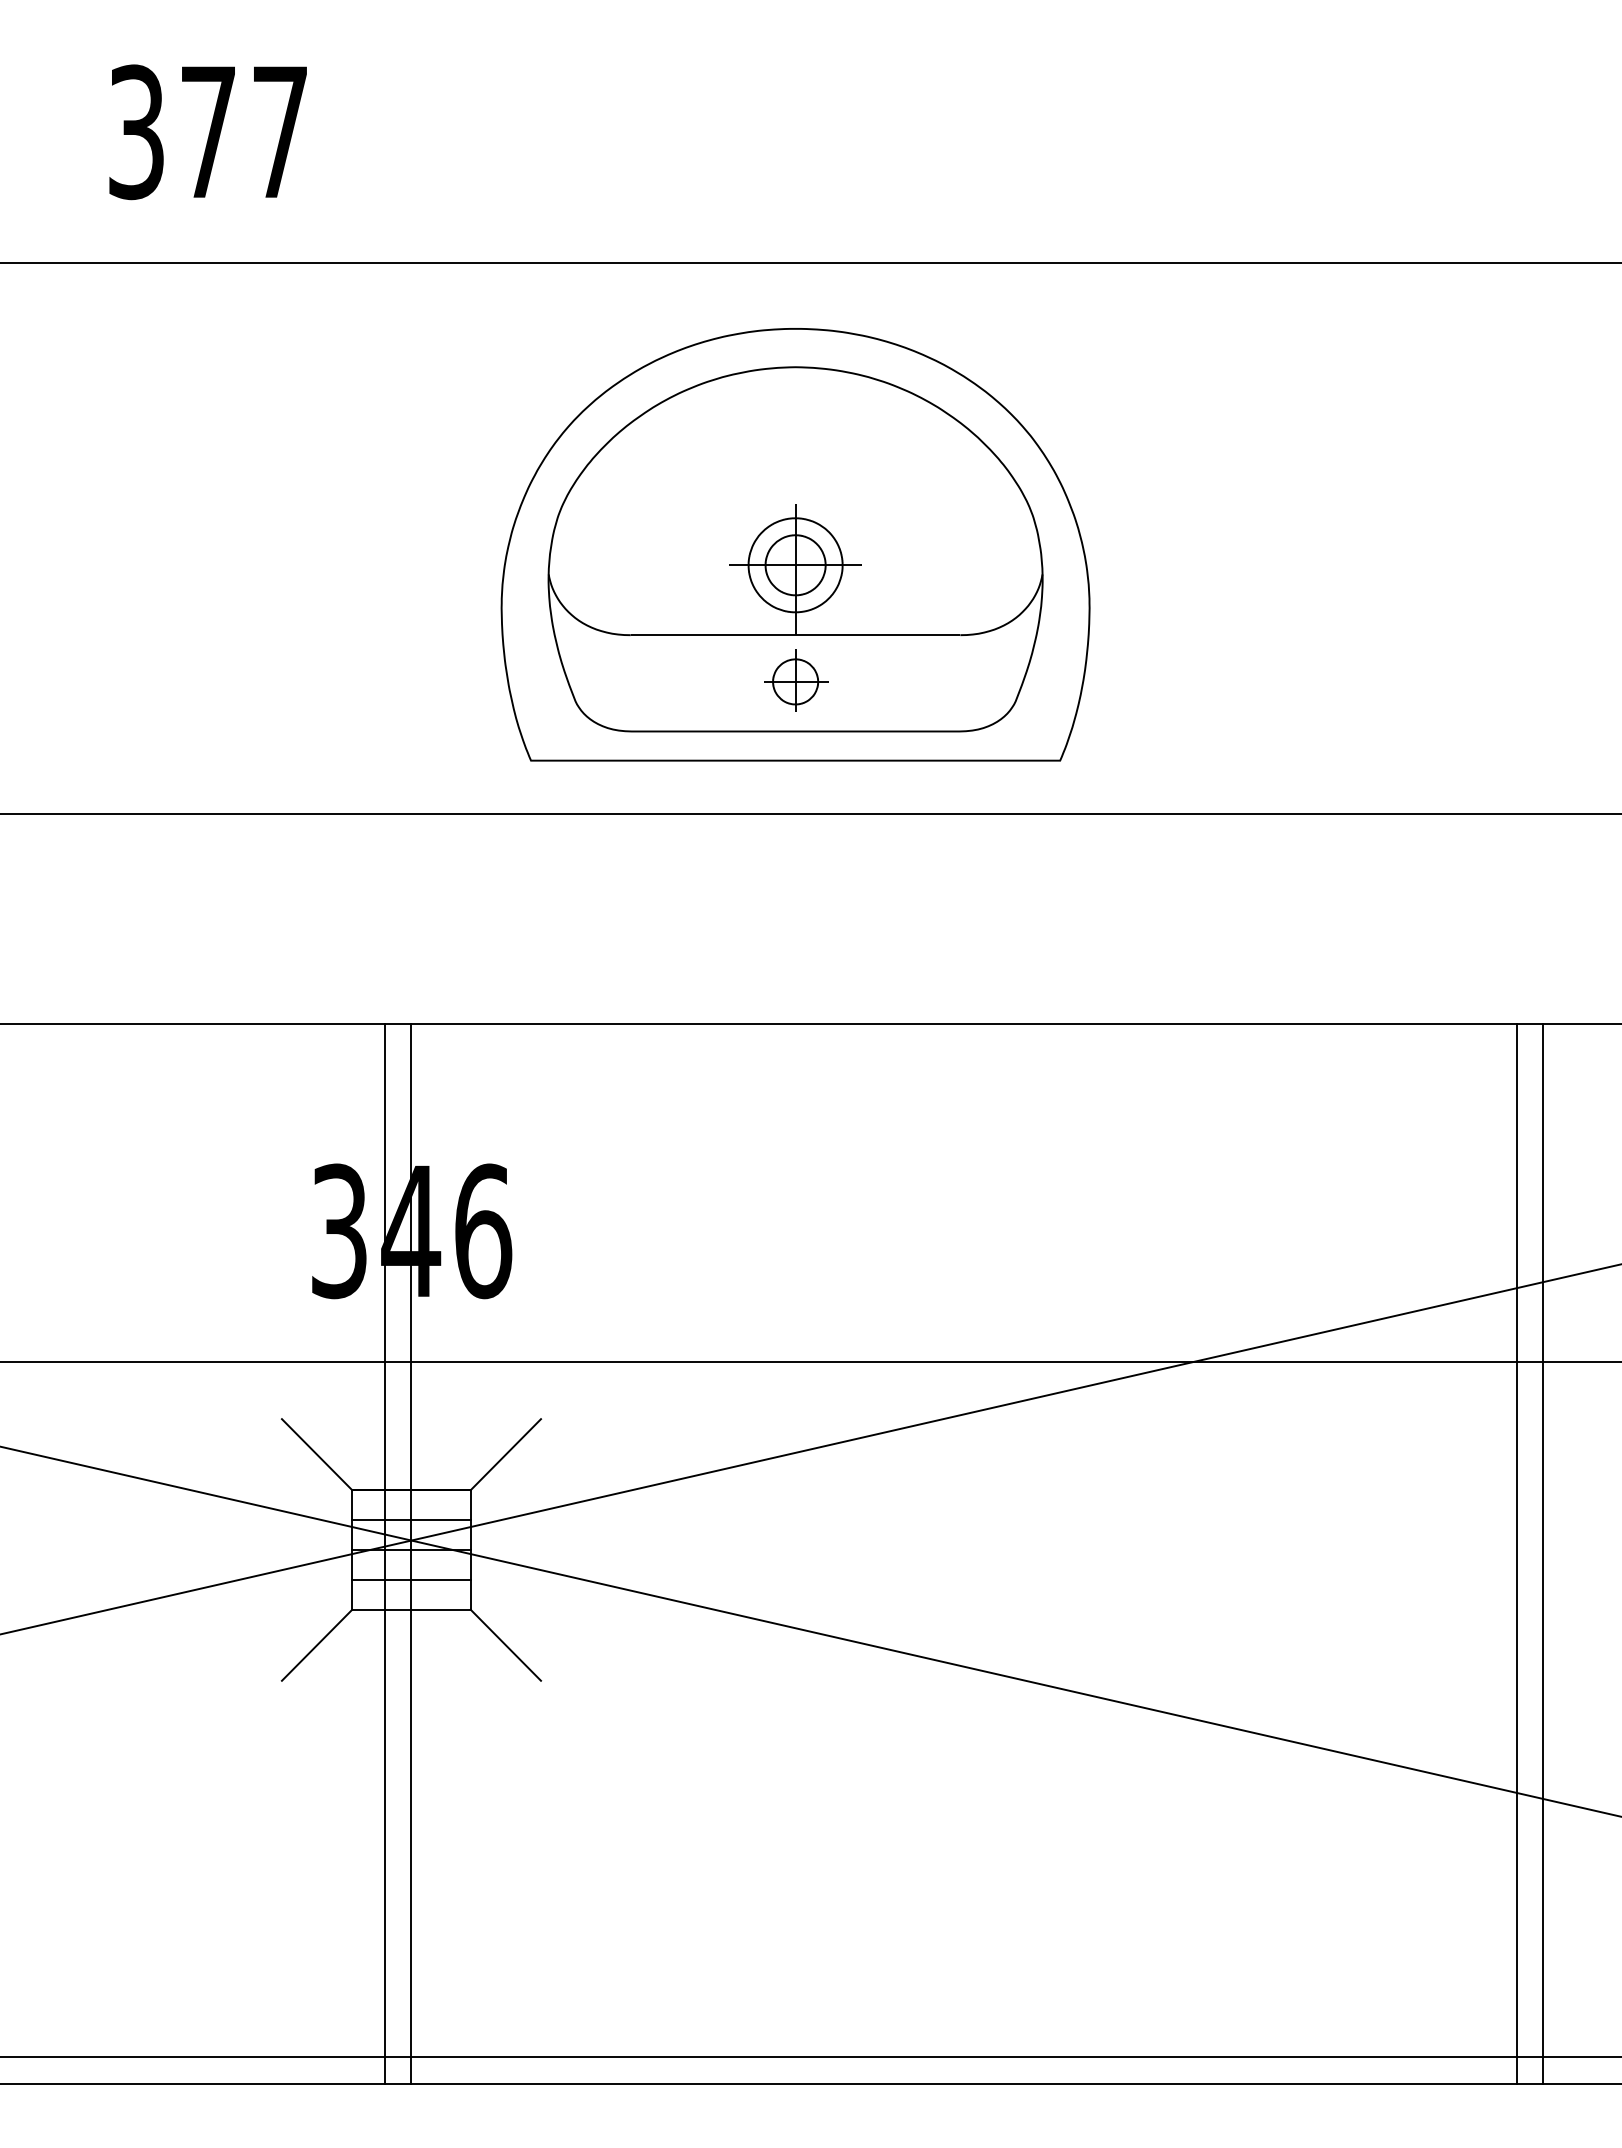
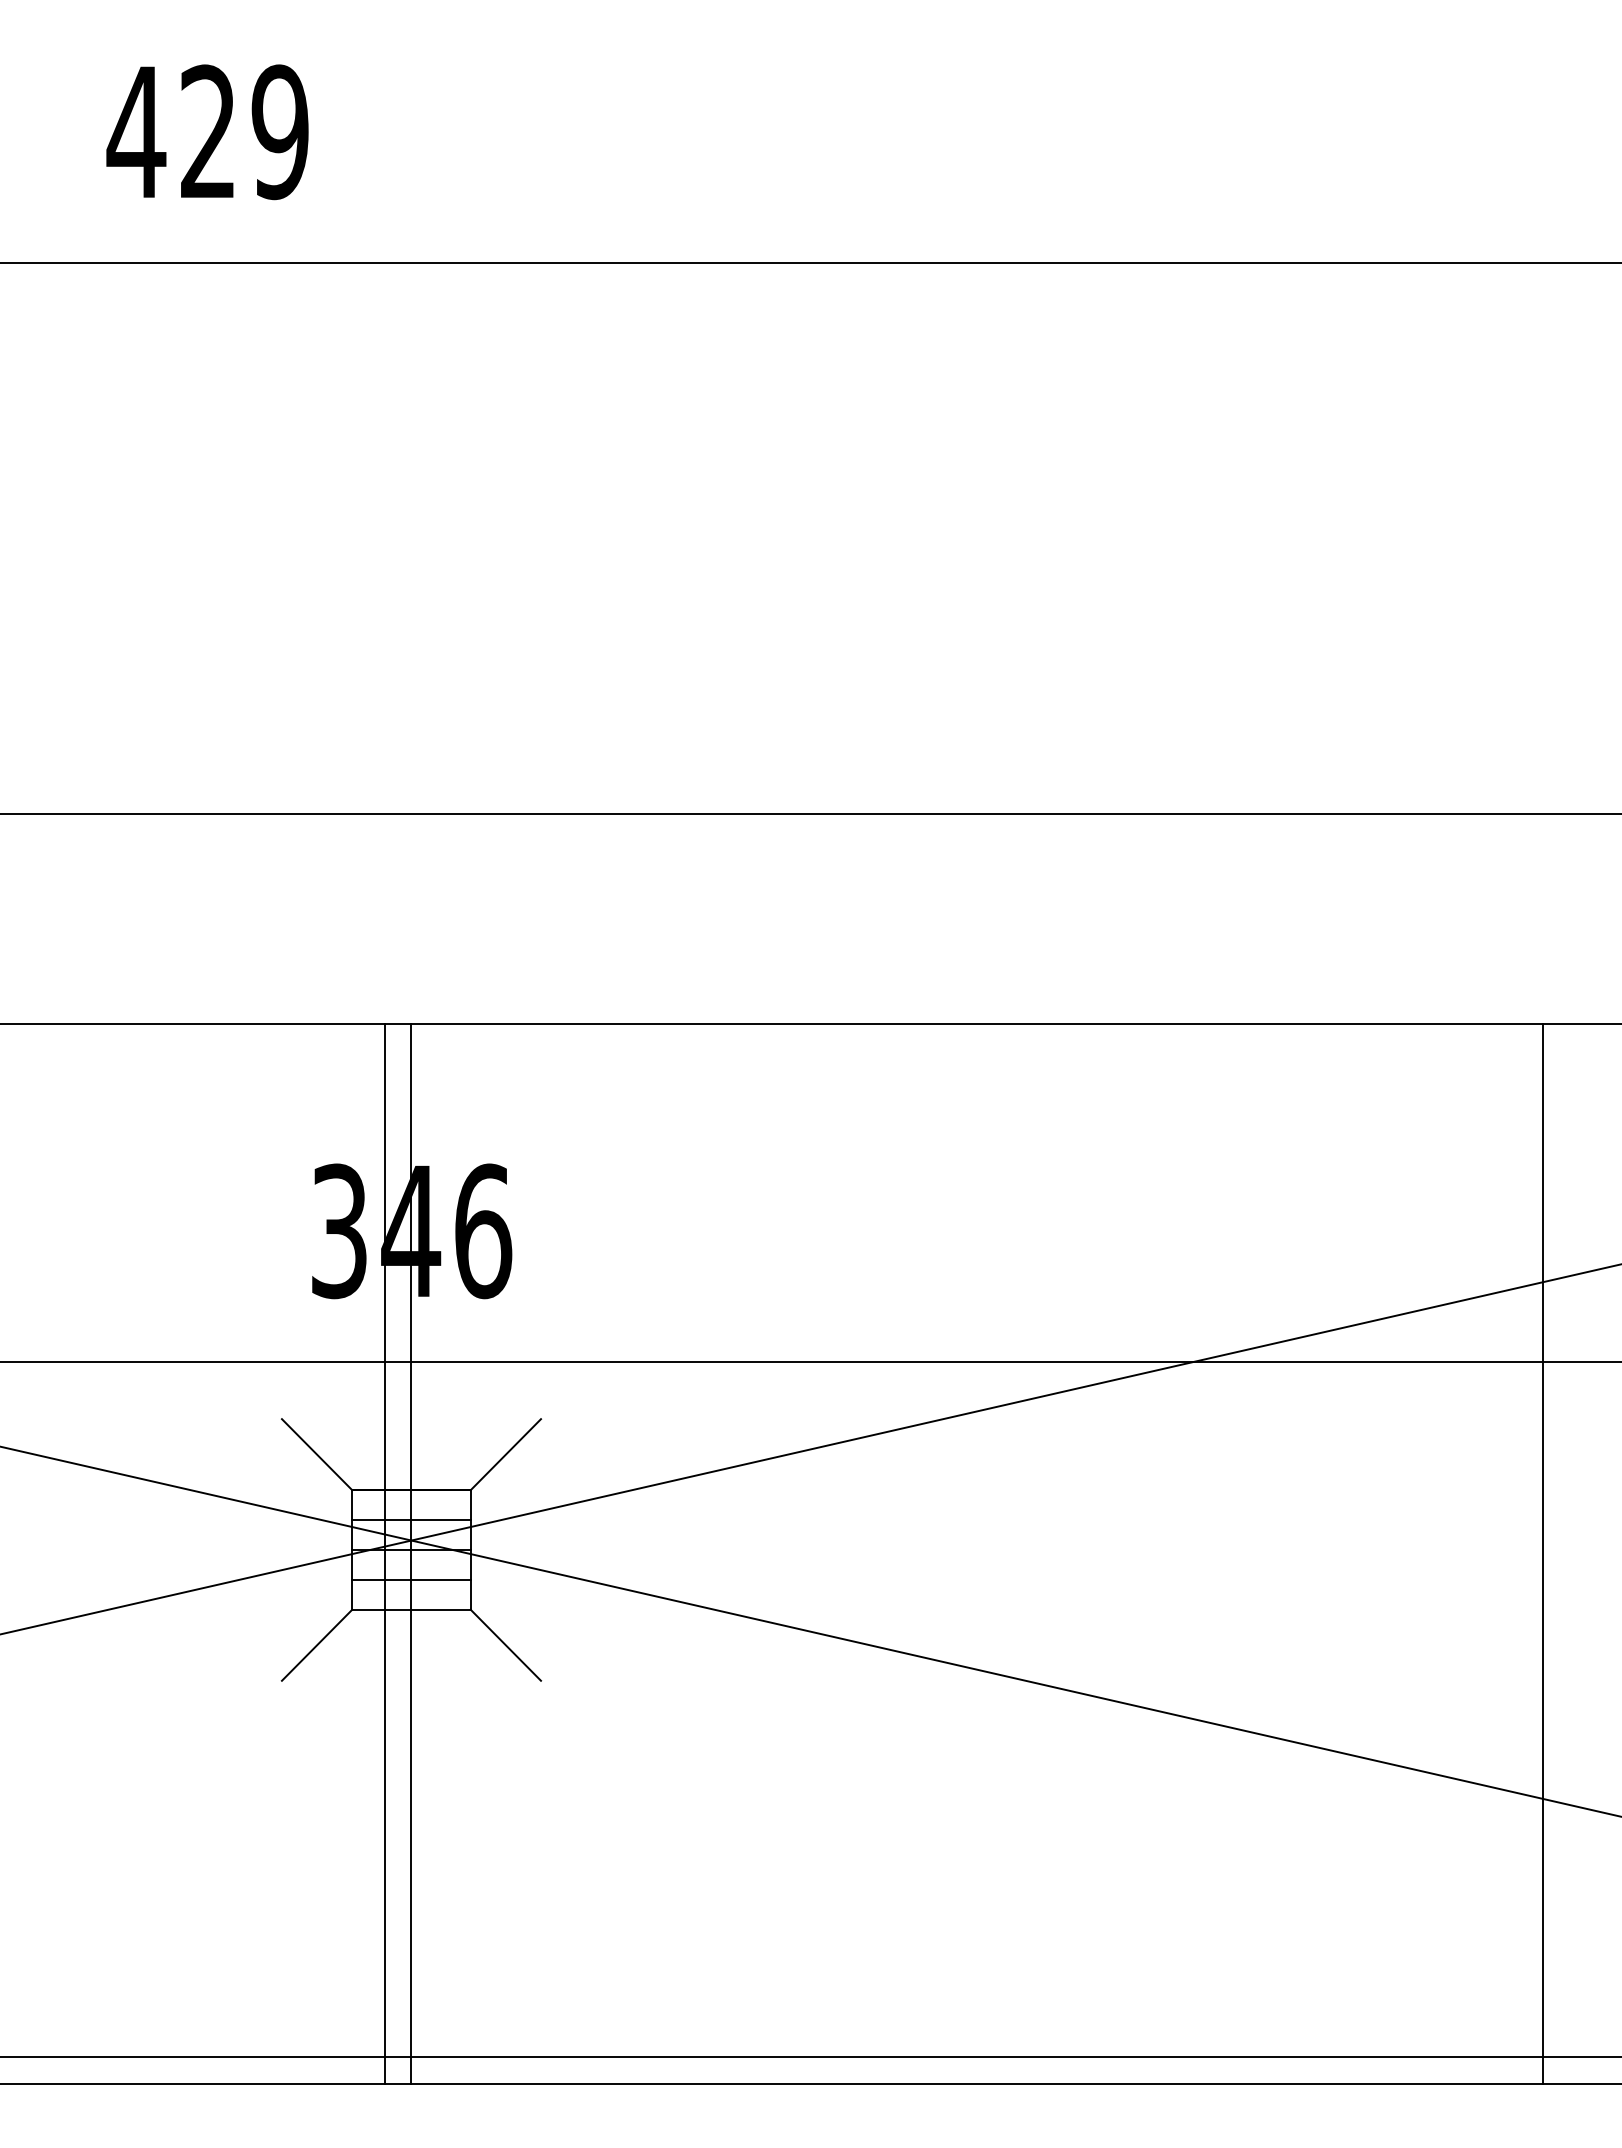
text at (207, 132): 377 -> 429
part at (795, 544): present -> none
line at (1517, 1553): present -> none
